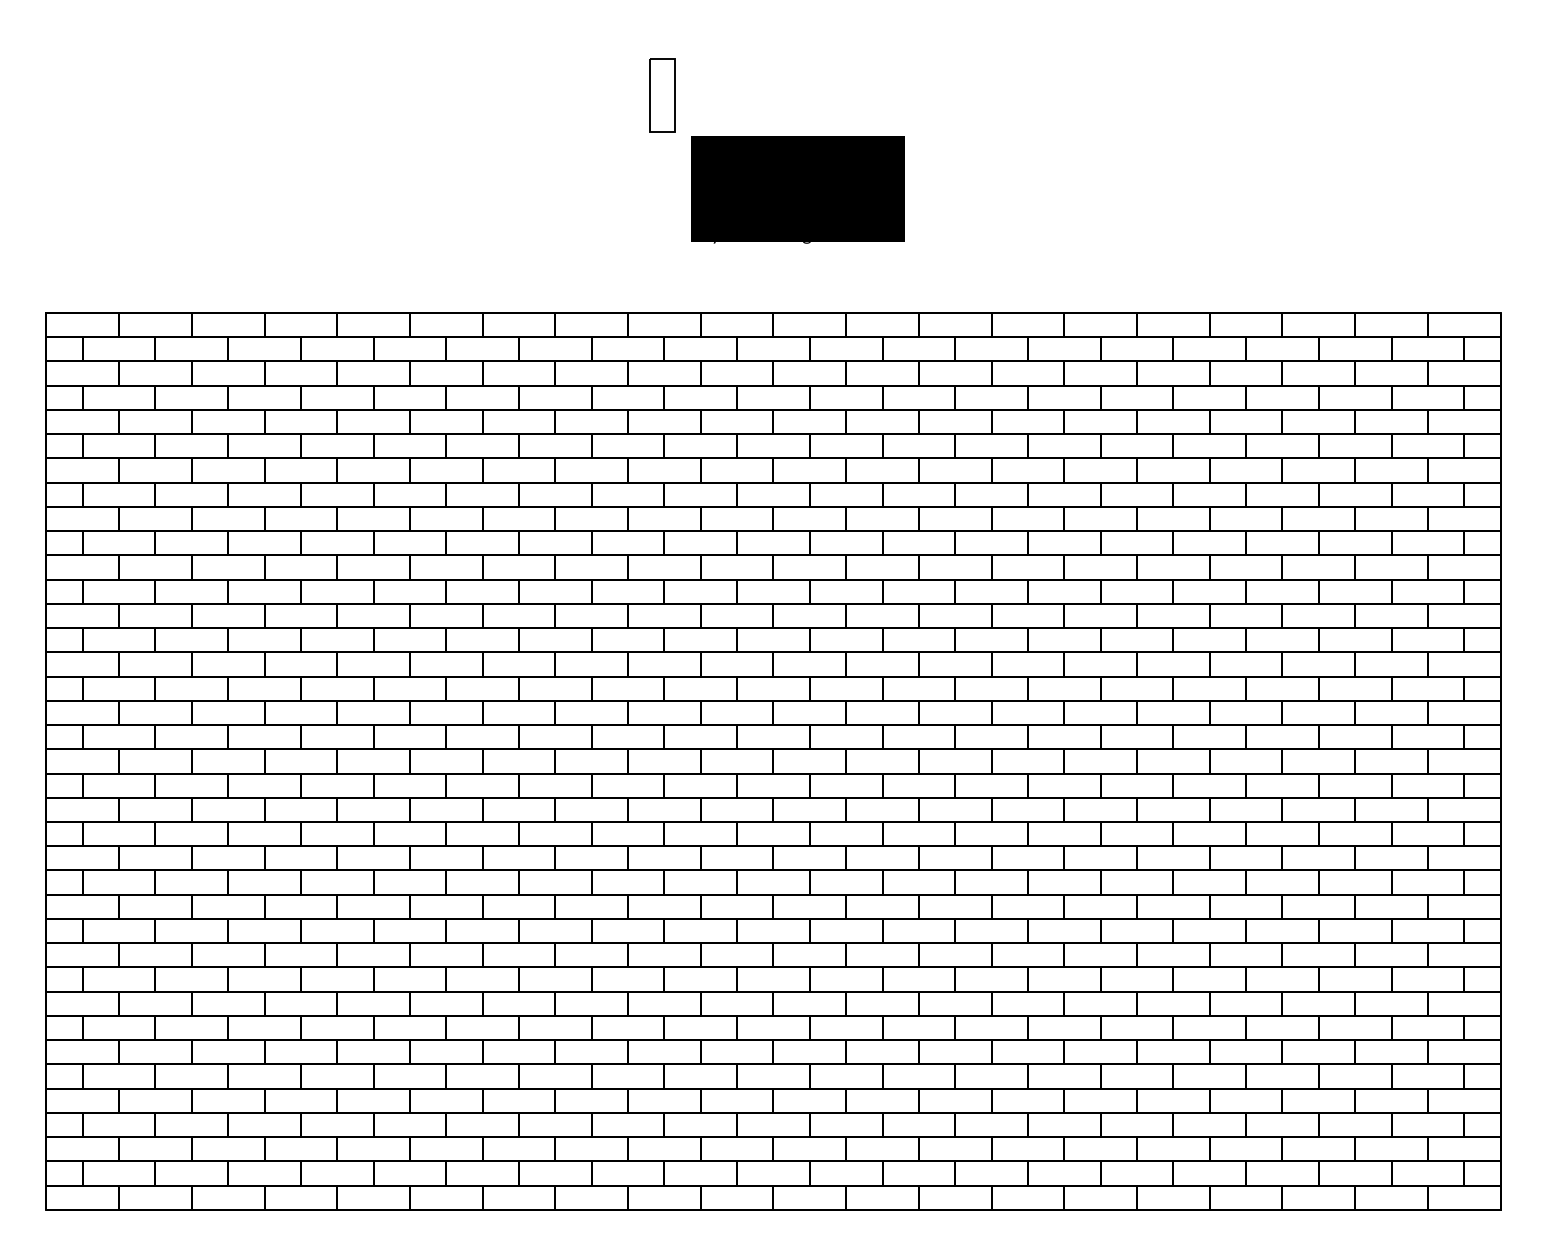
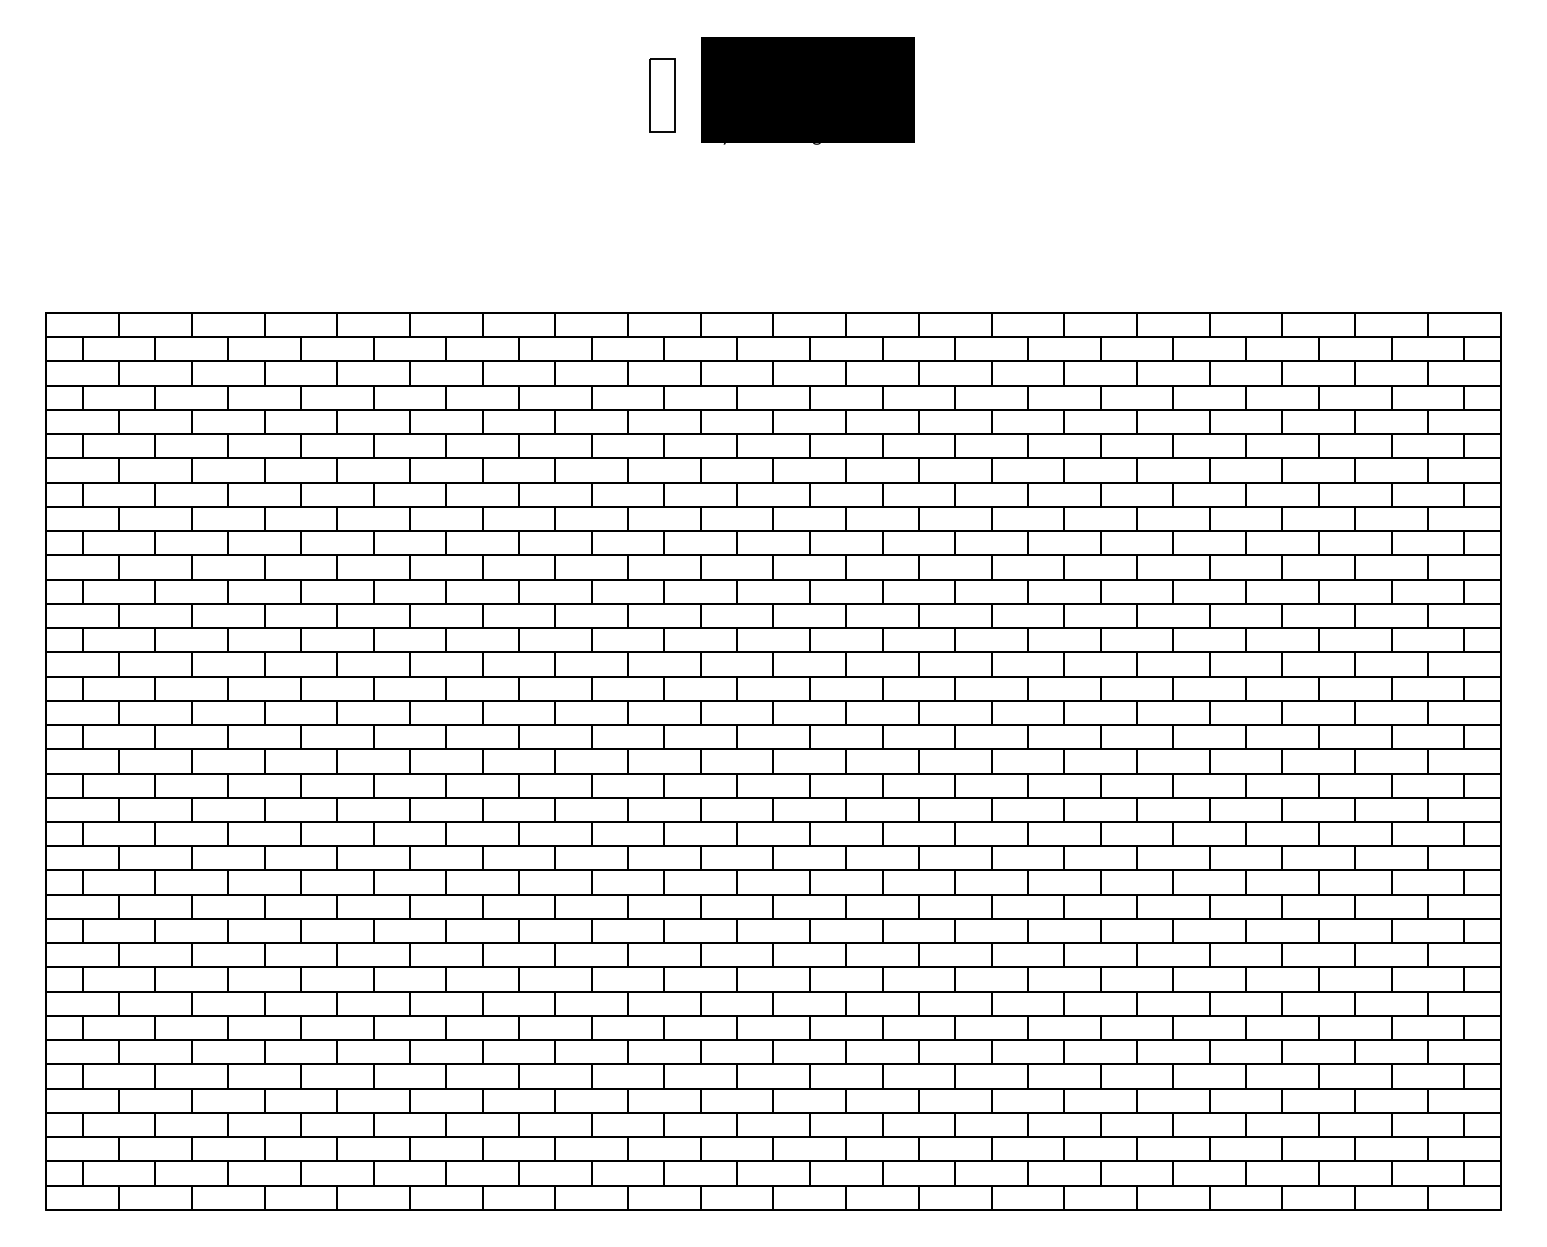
text at (797, 189) position: (797, 189) -> (807, 90)
